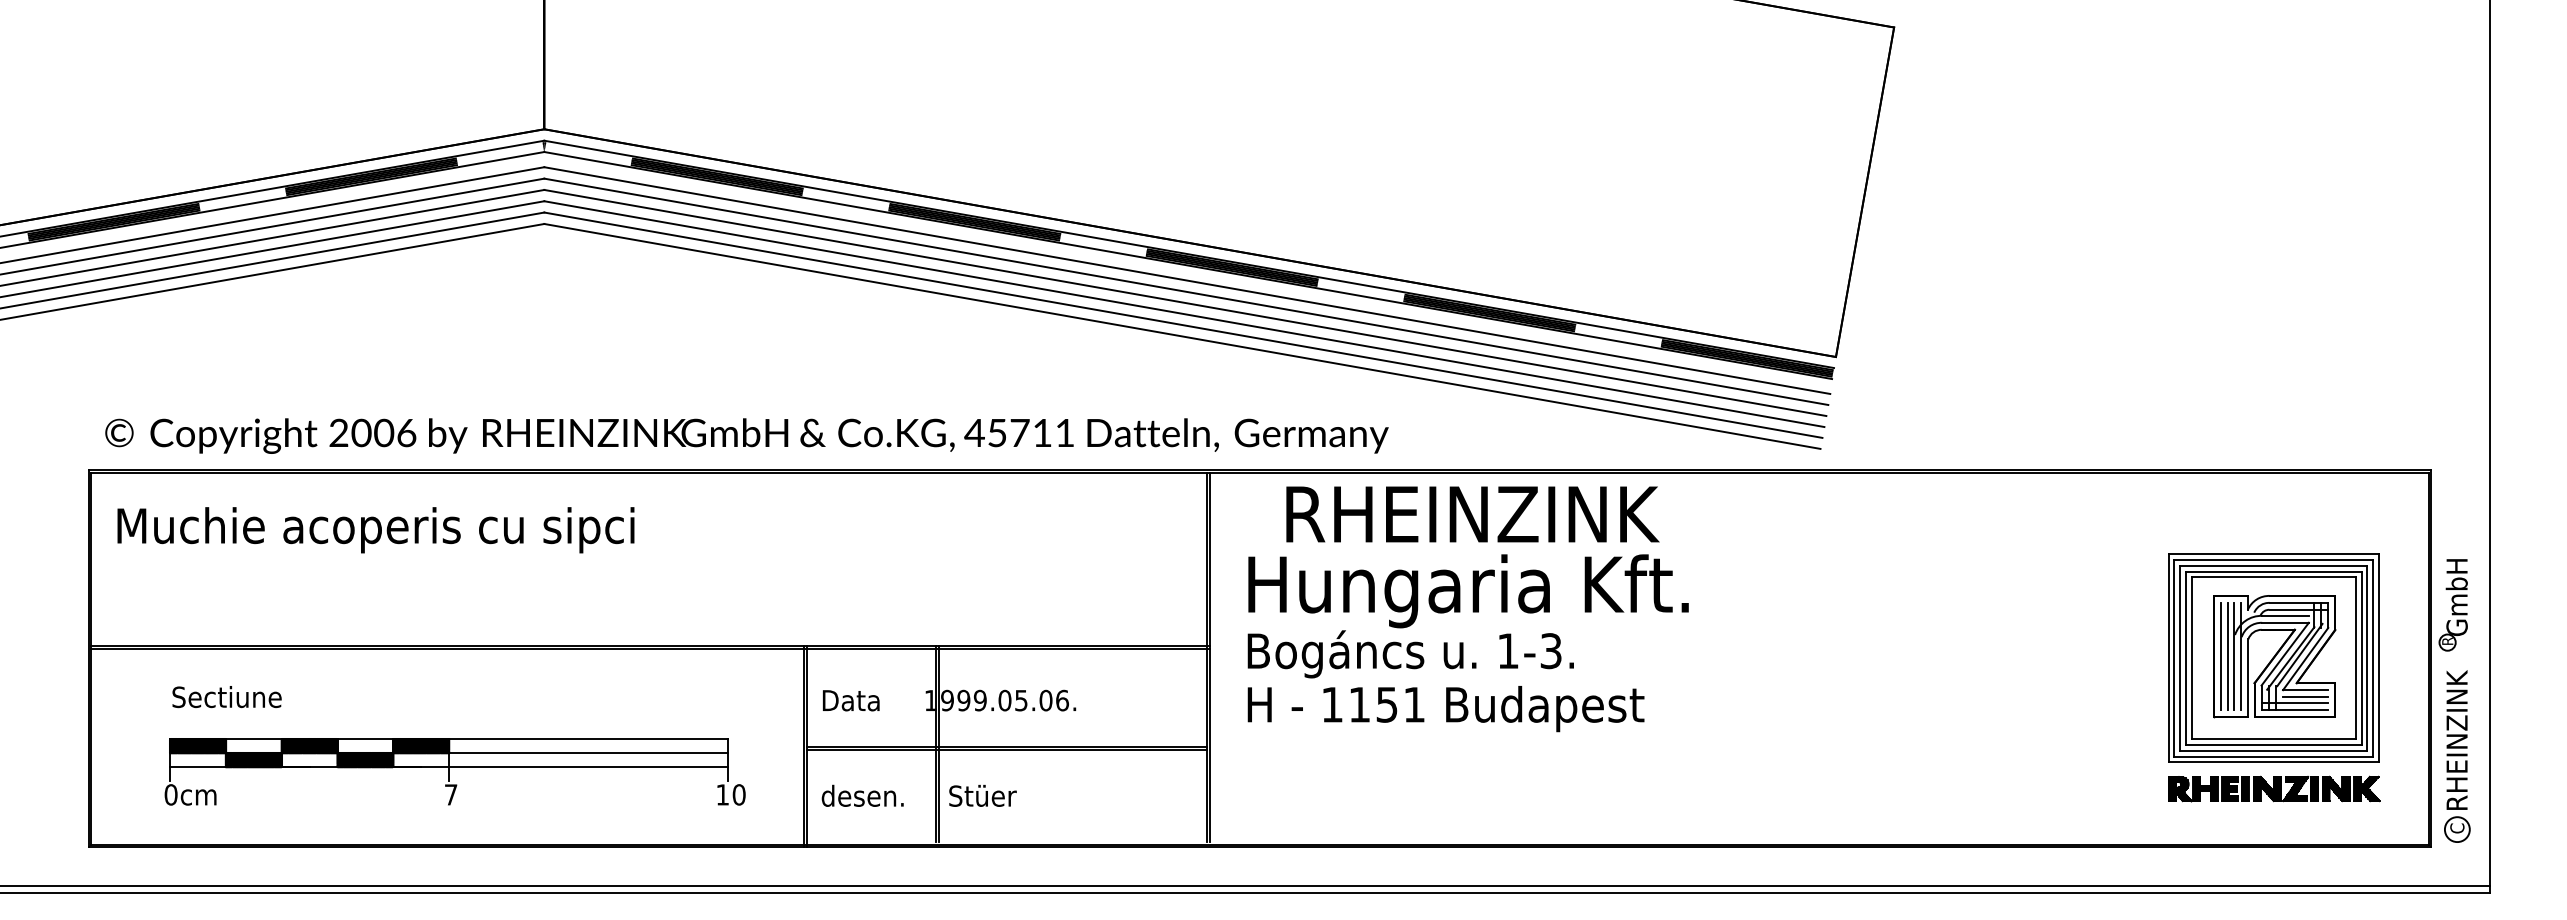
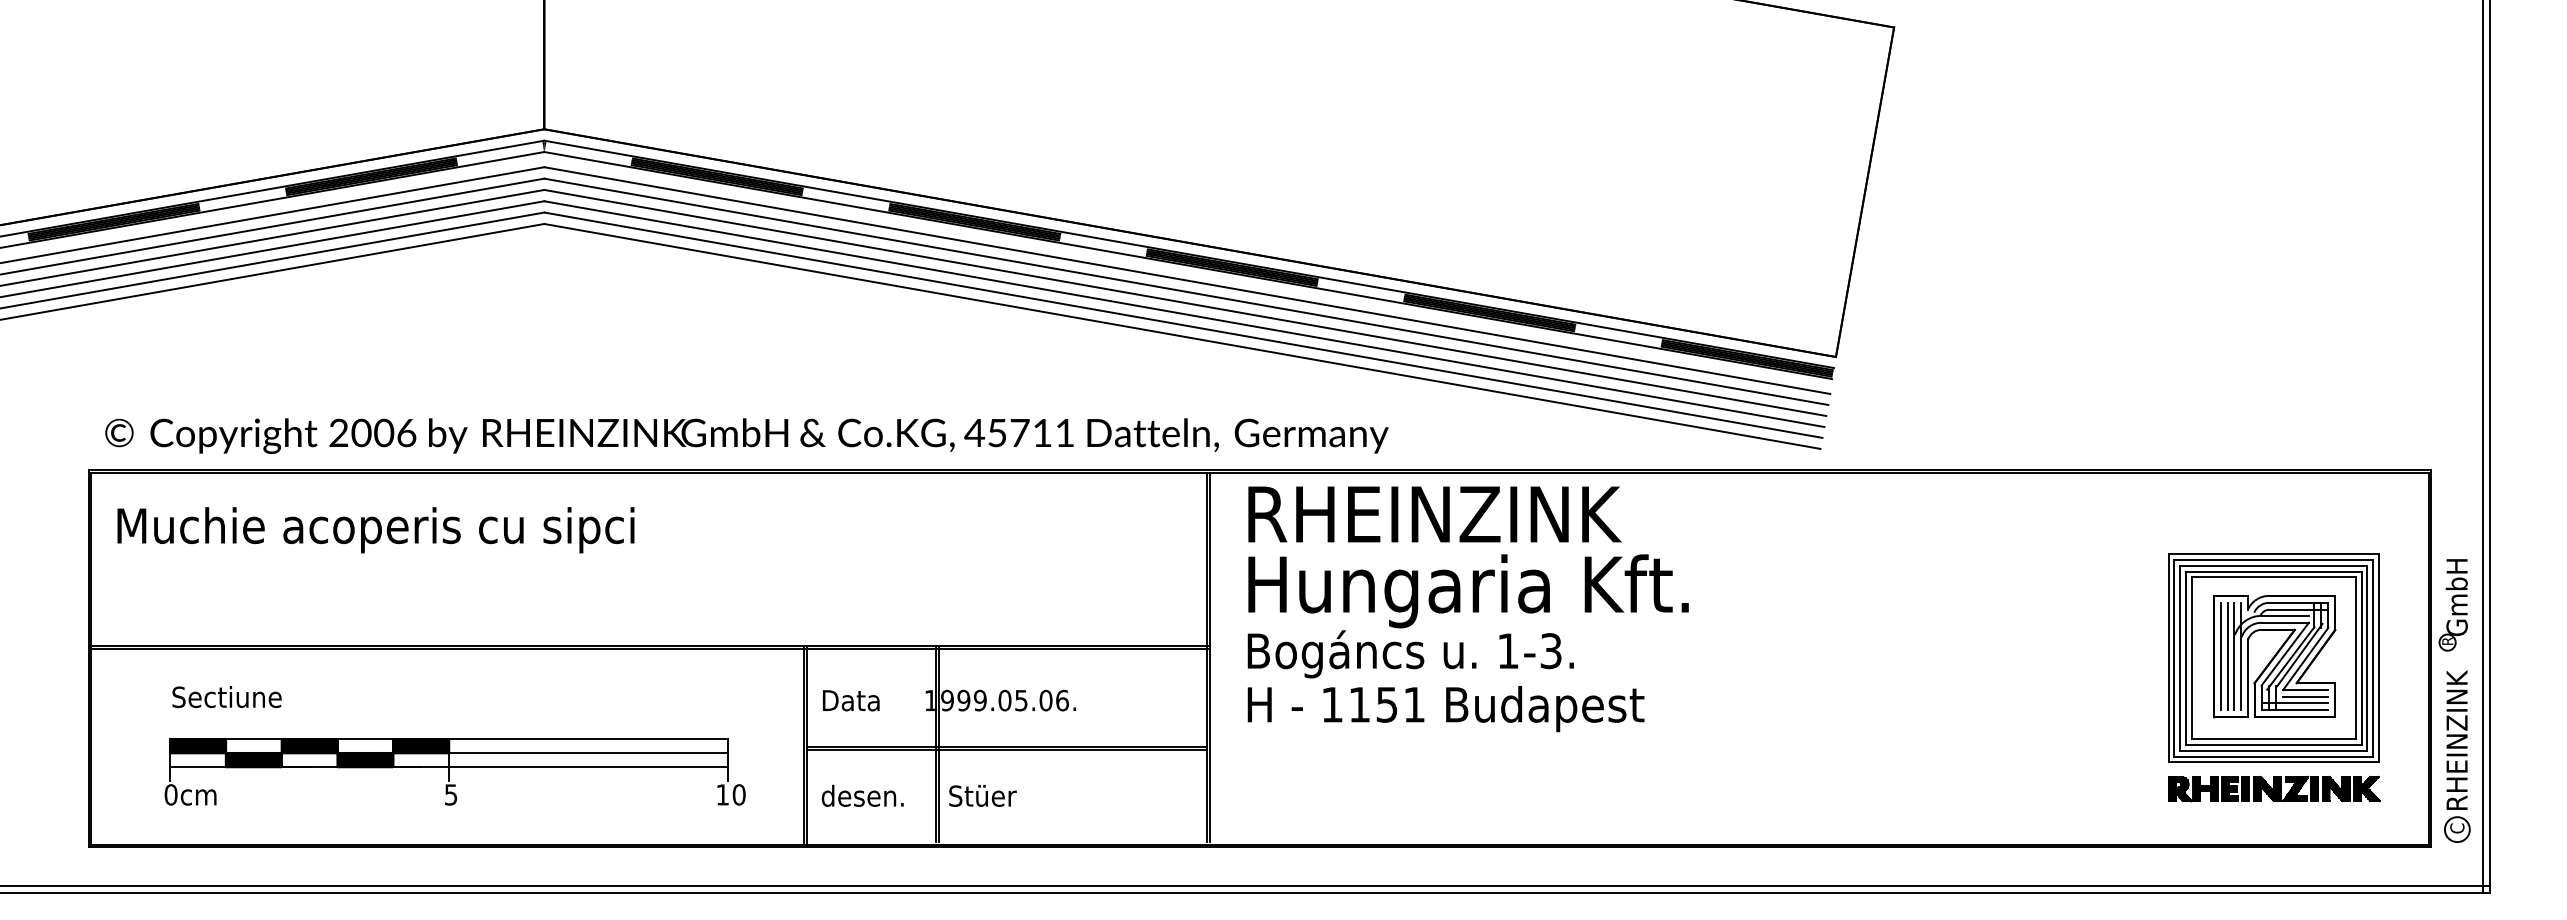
line at (2483, 447): none -> present
text at (1472, 514) position: (1472, 514) -> (1434, 514)
text at (451, 794): 7 -> 5
